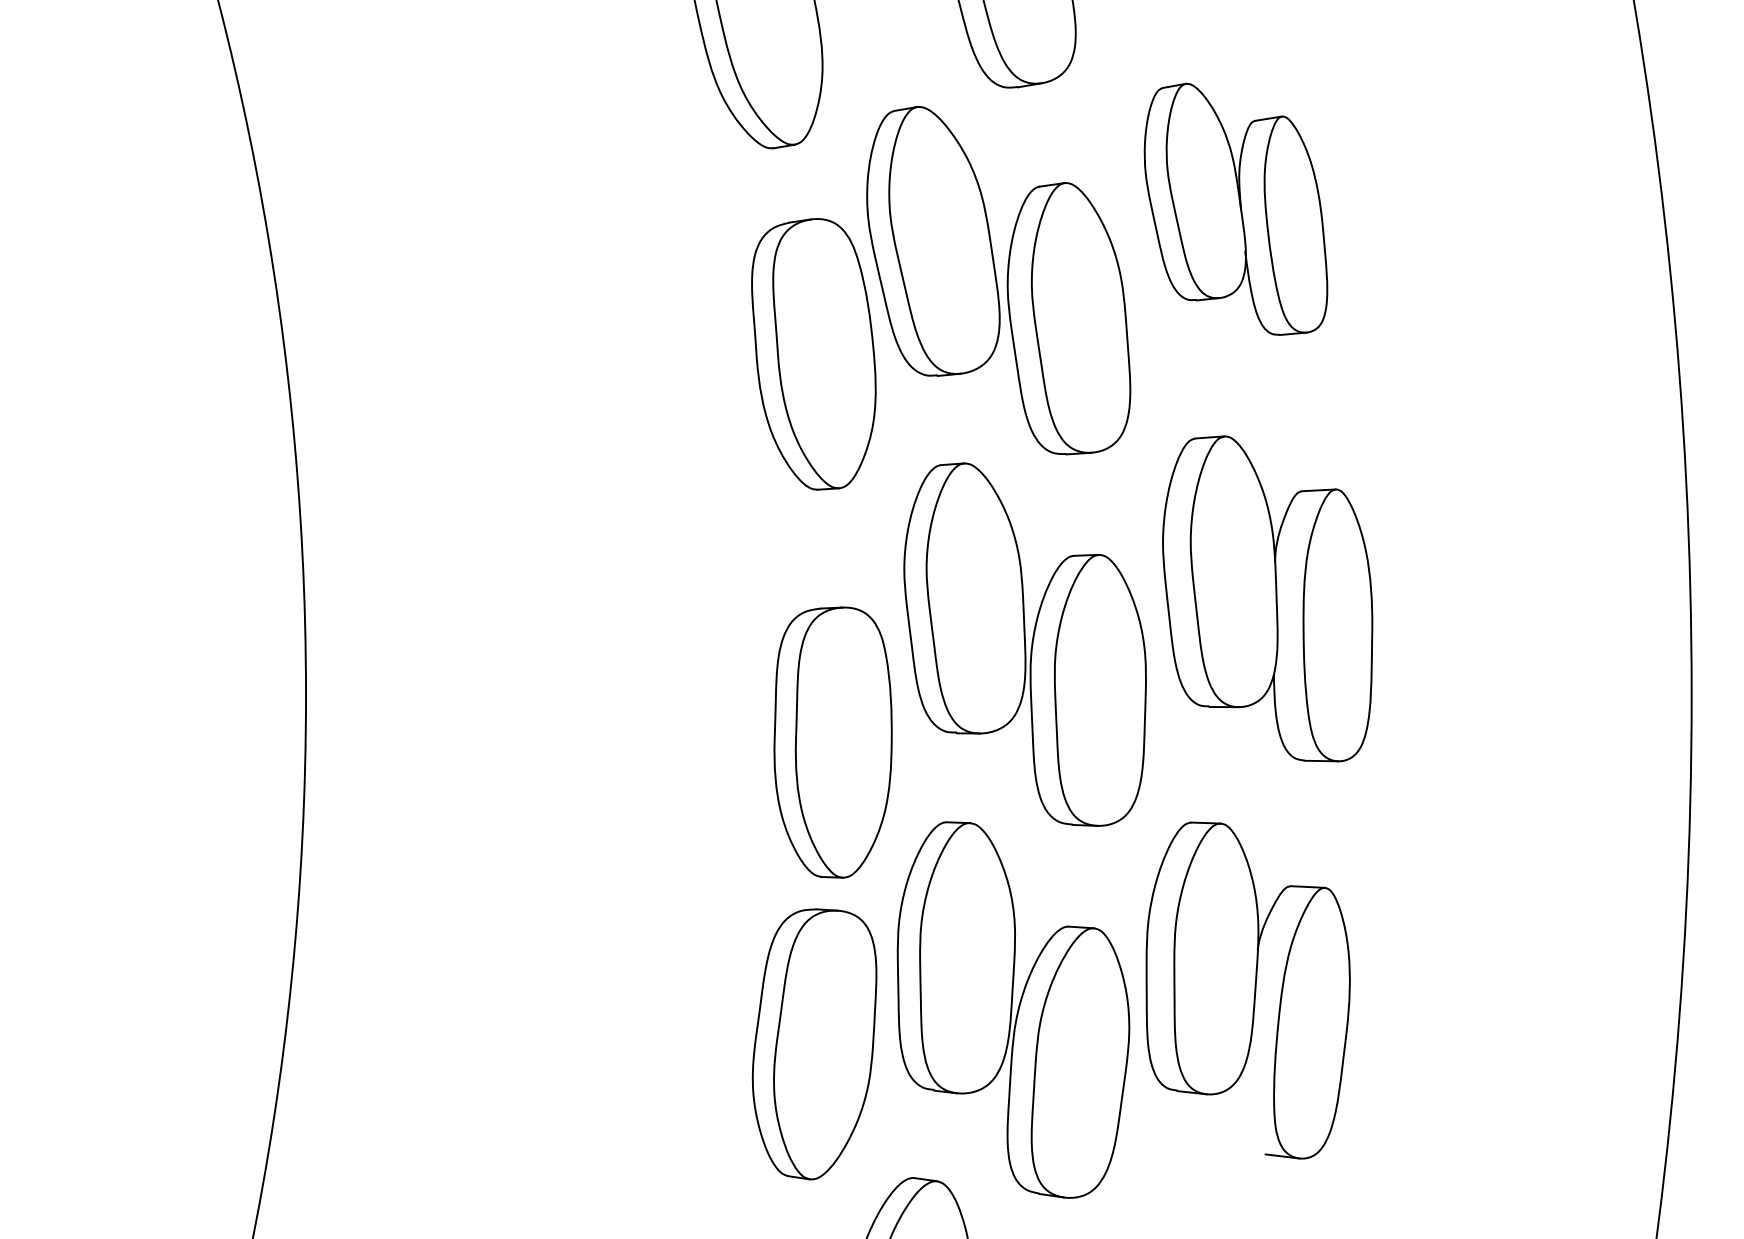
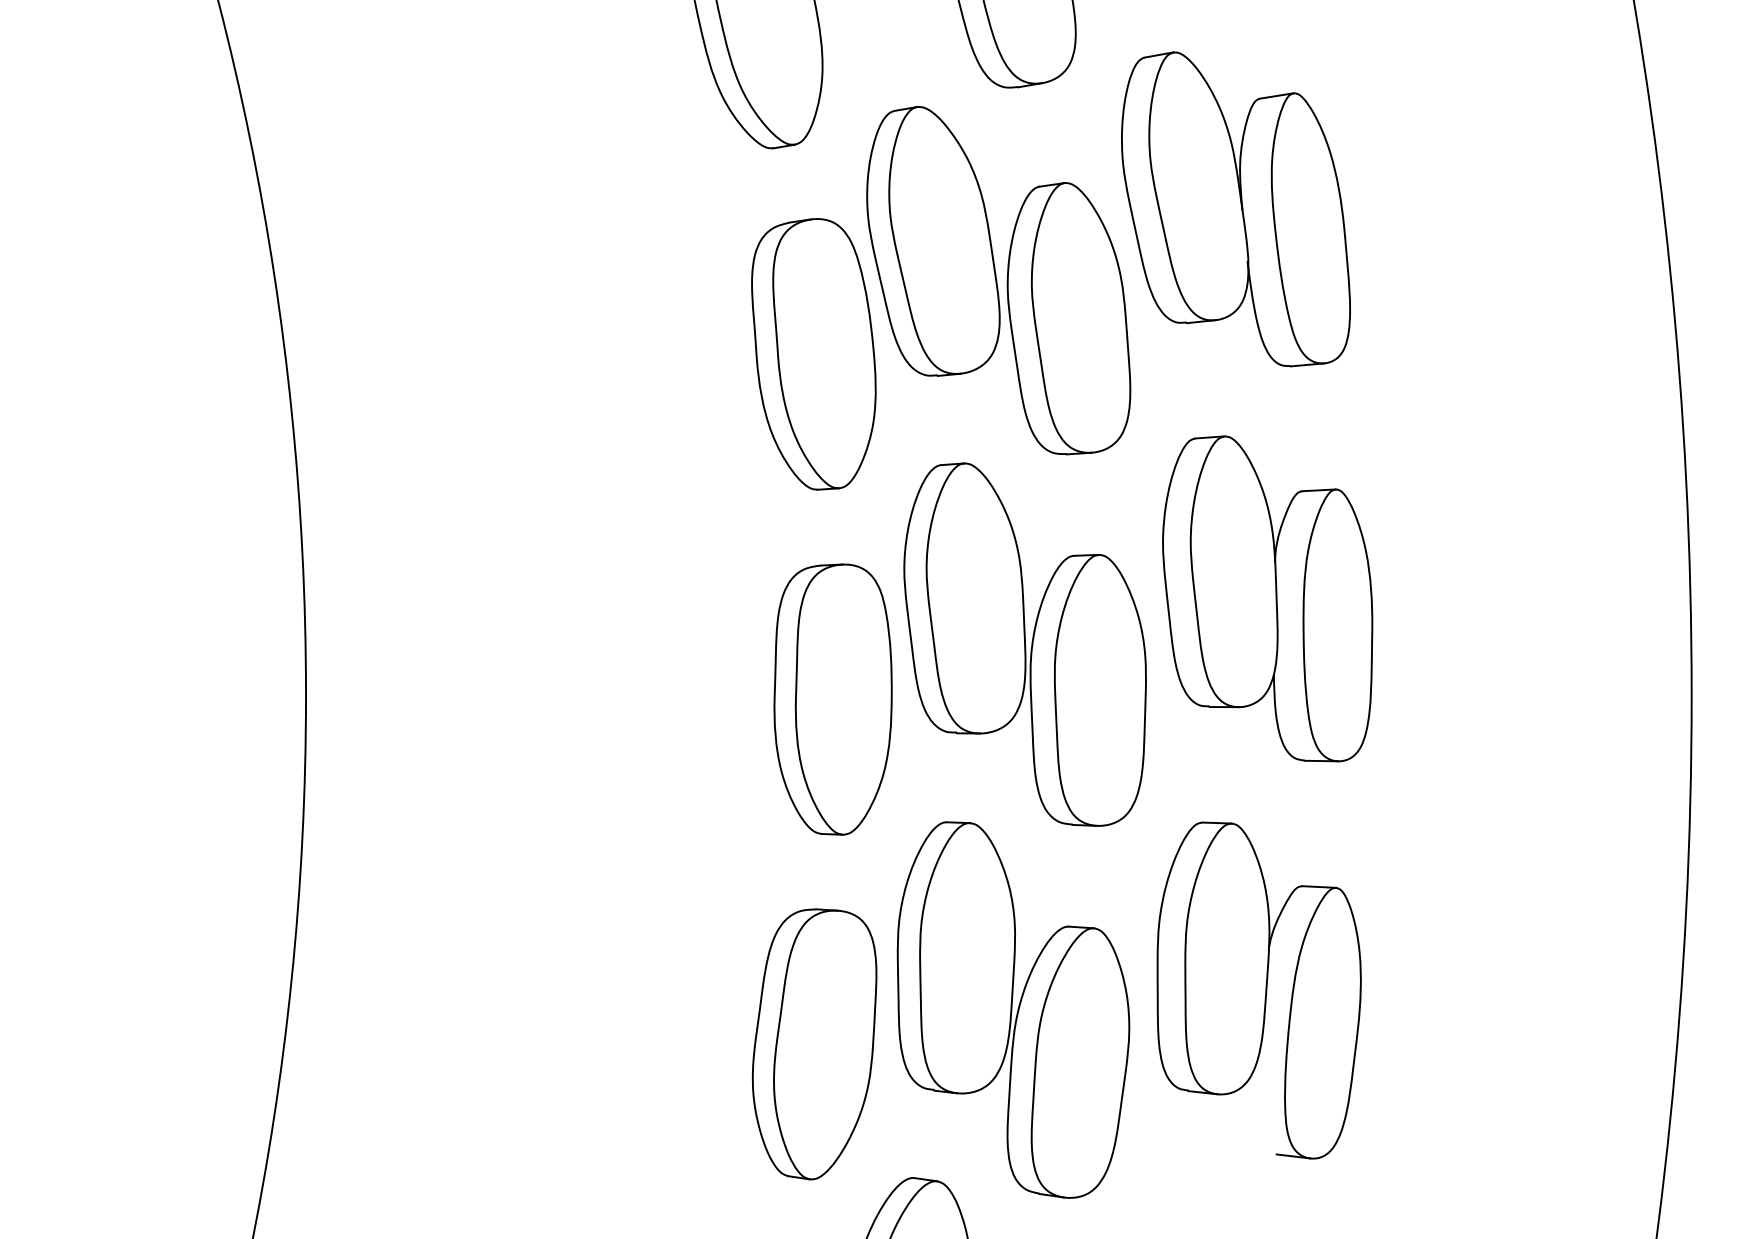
part at (1235, 208) size: 186x254 px -> 230x317 px
part at (832, 742) position: (832, 742) -> (832, 699)
part at (1247, 990) position: (1247, 990) -> (1258, 990)
